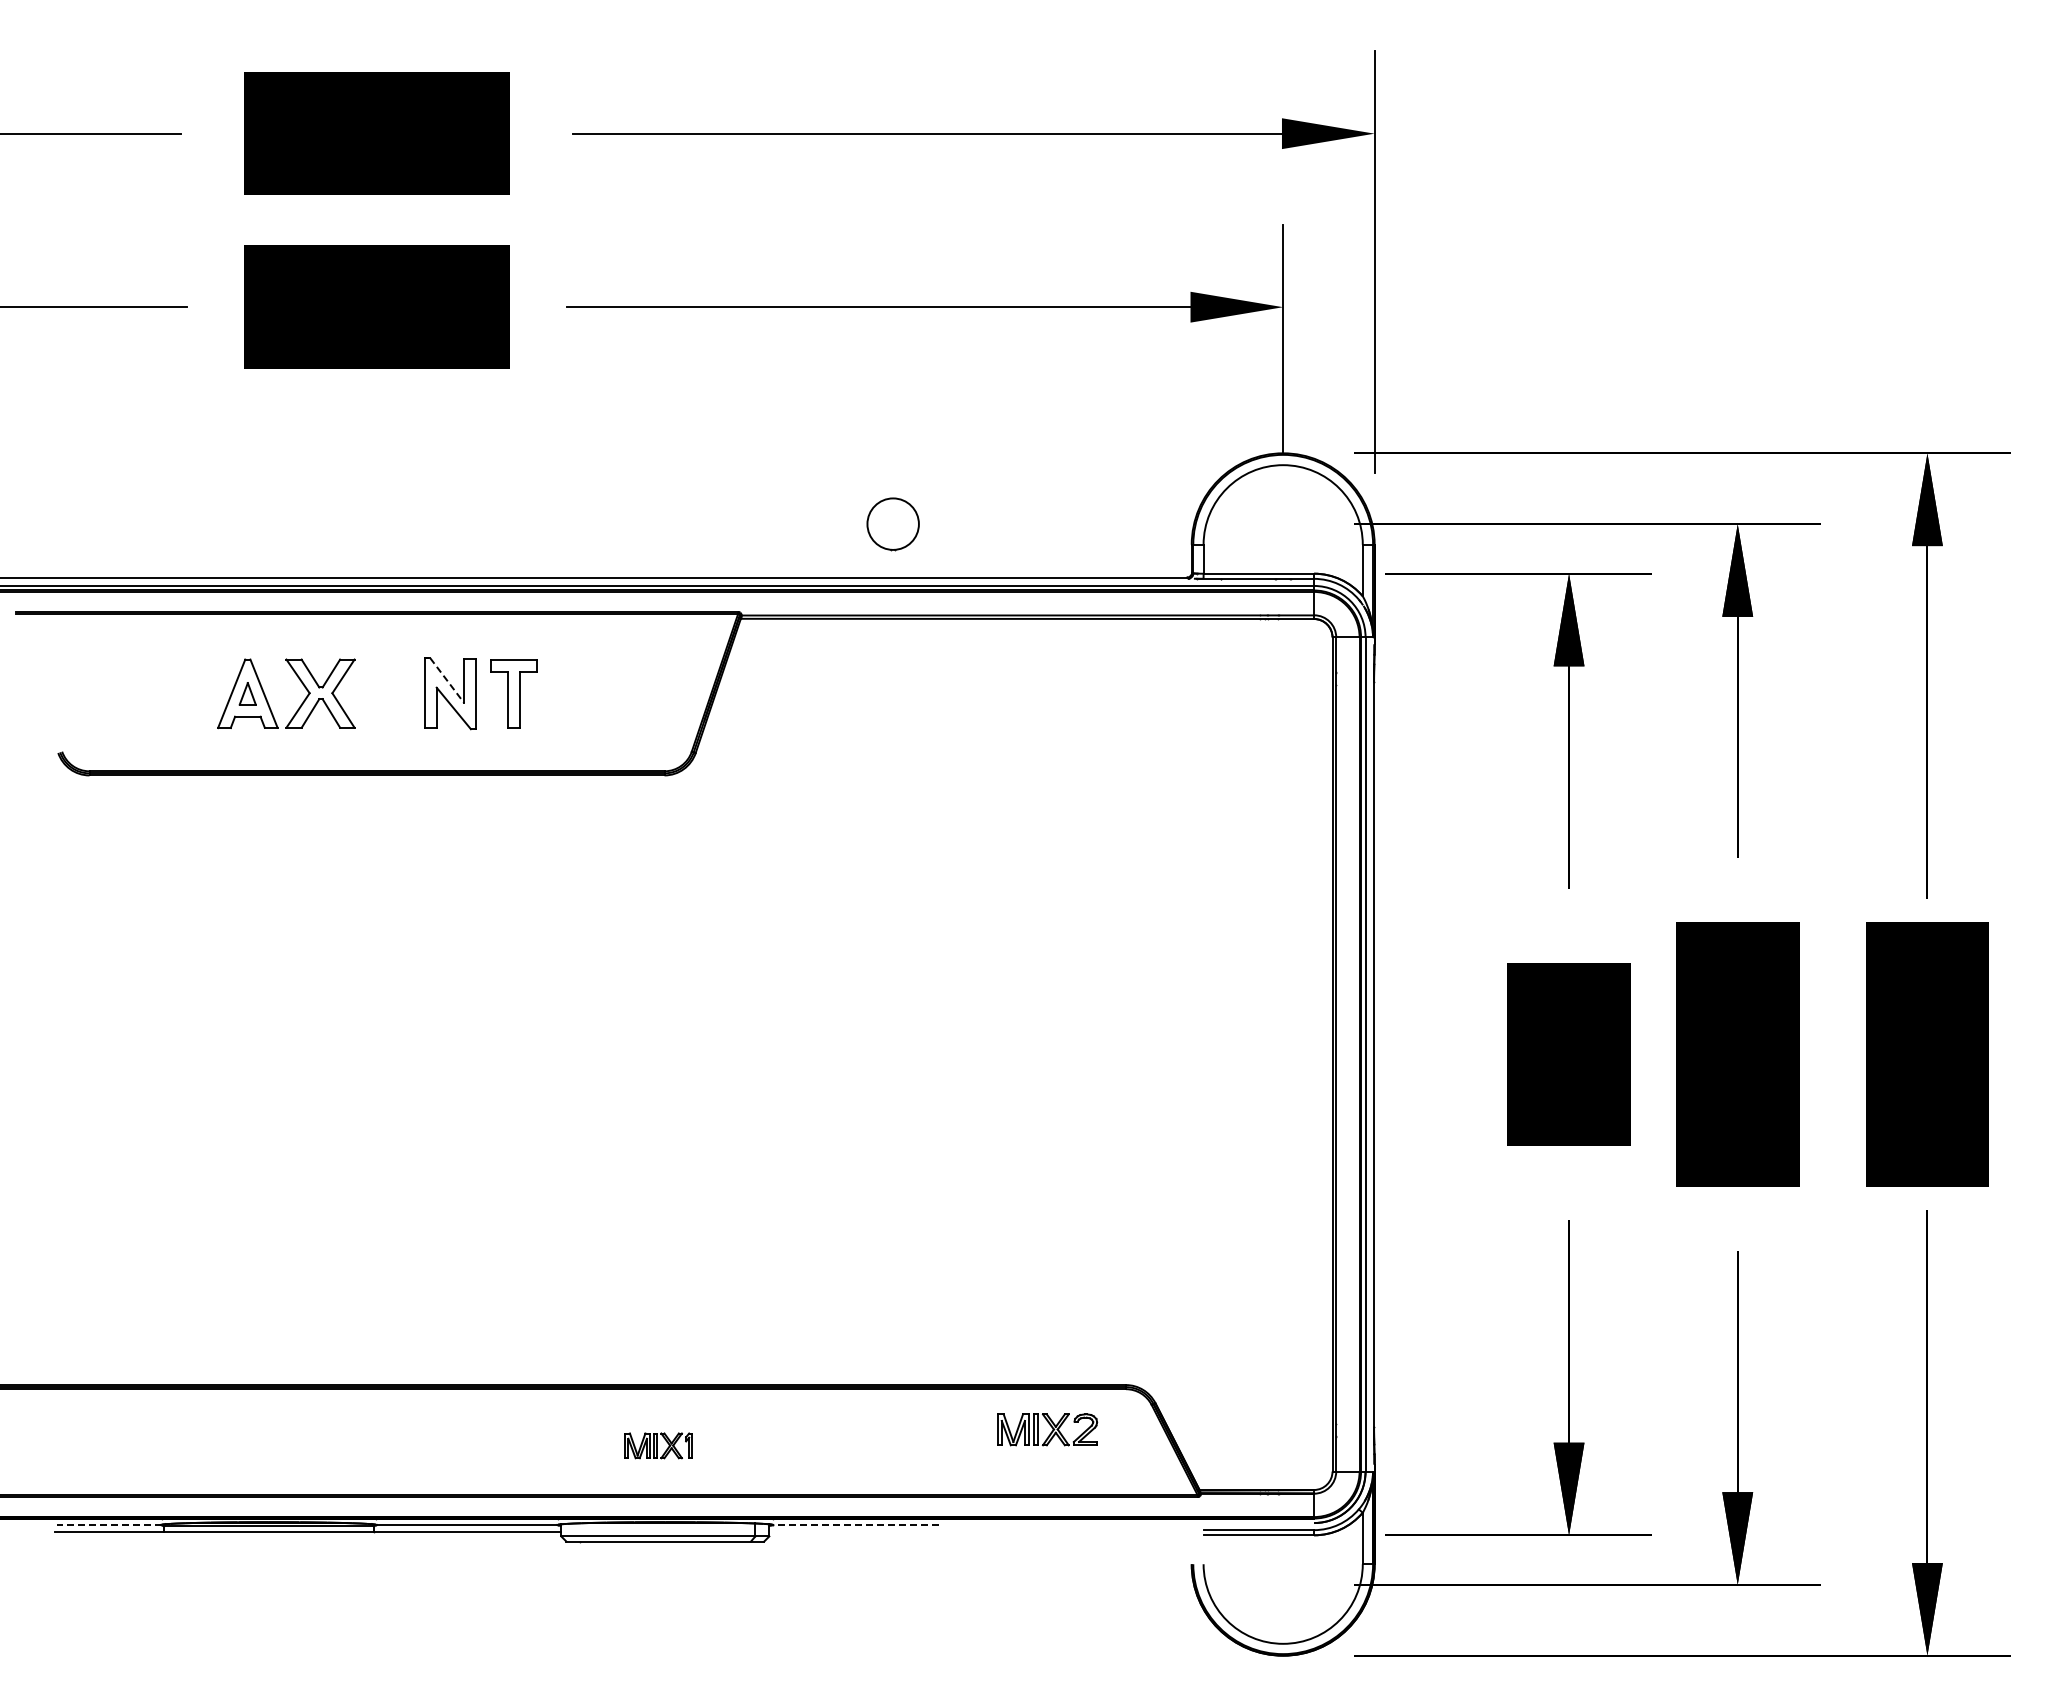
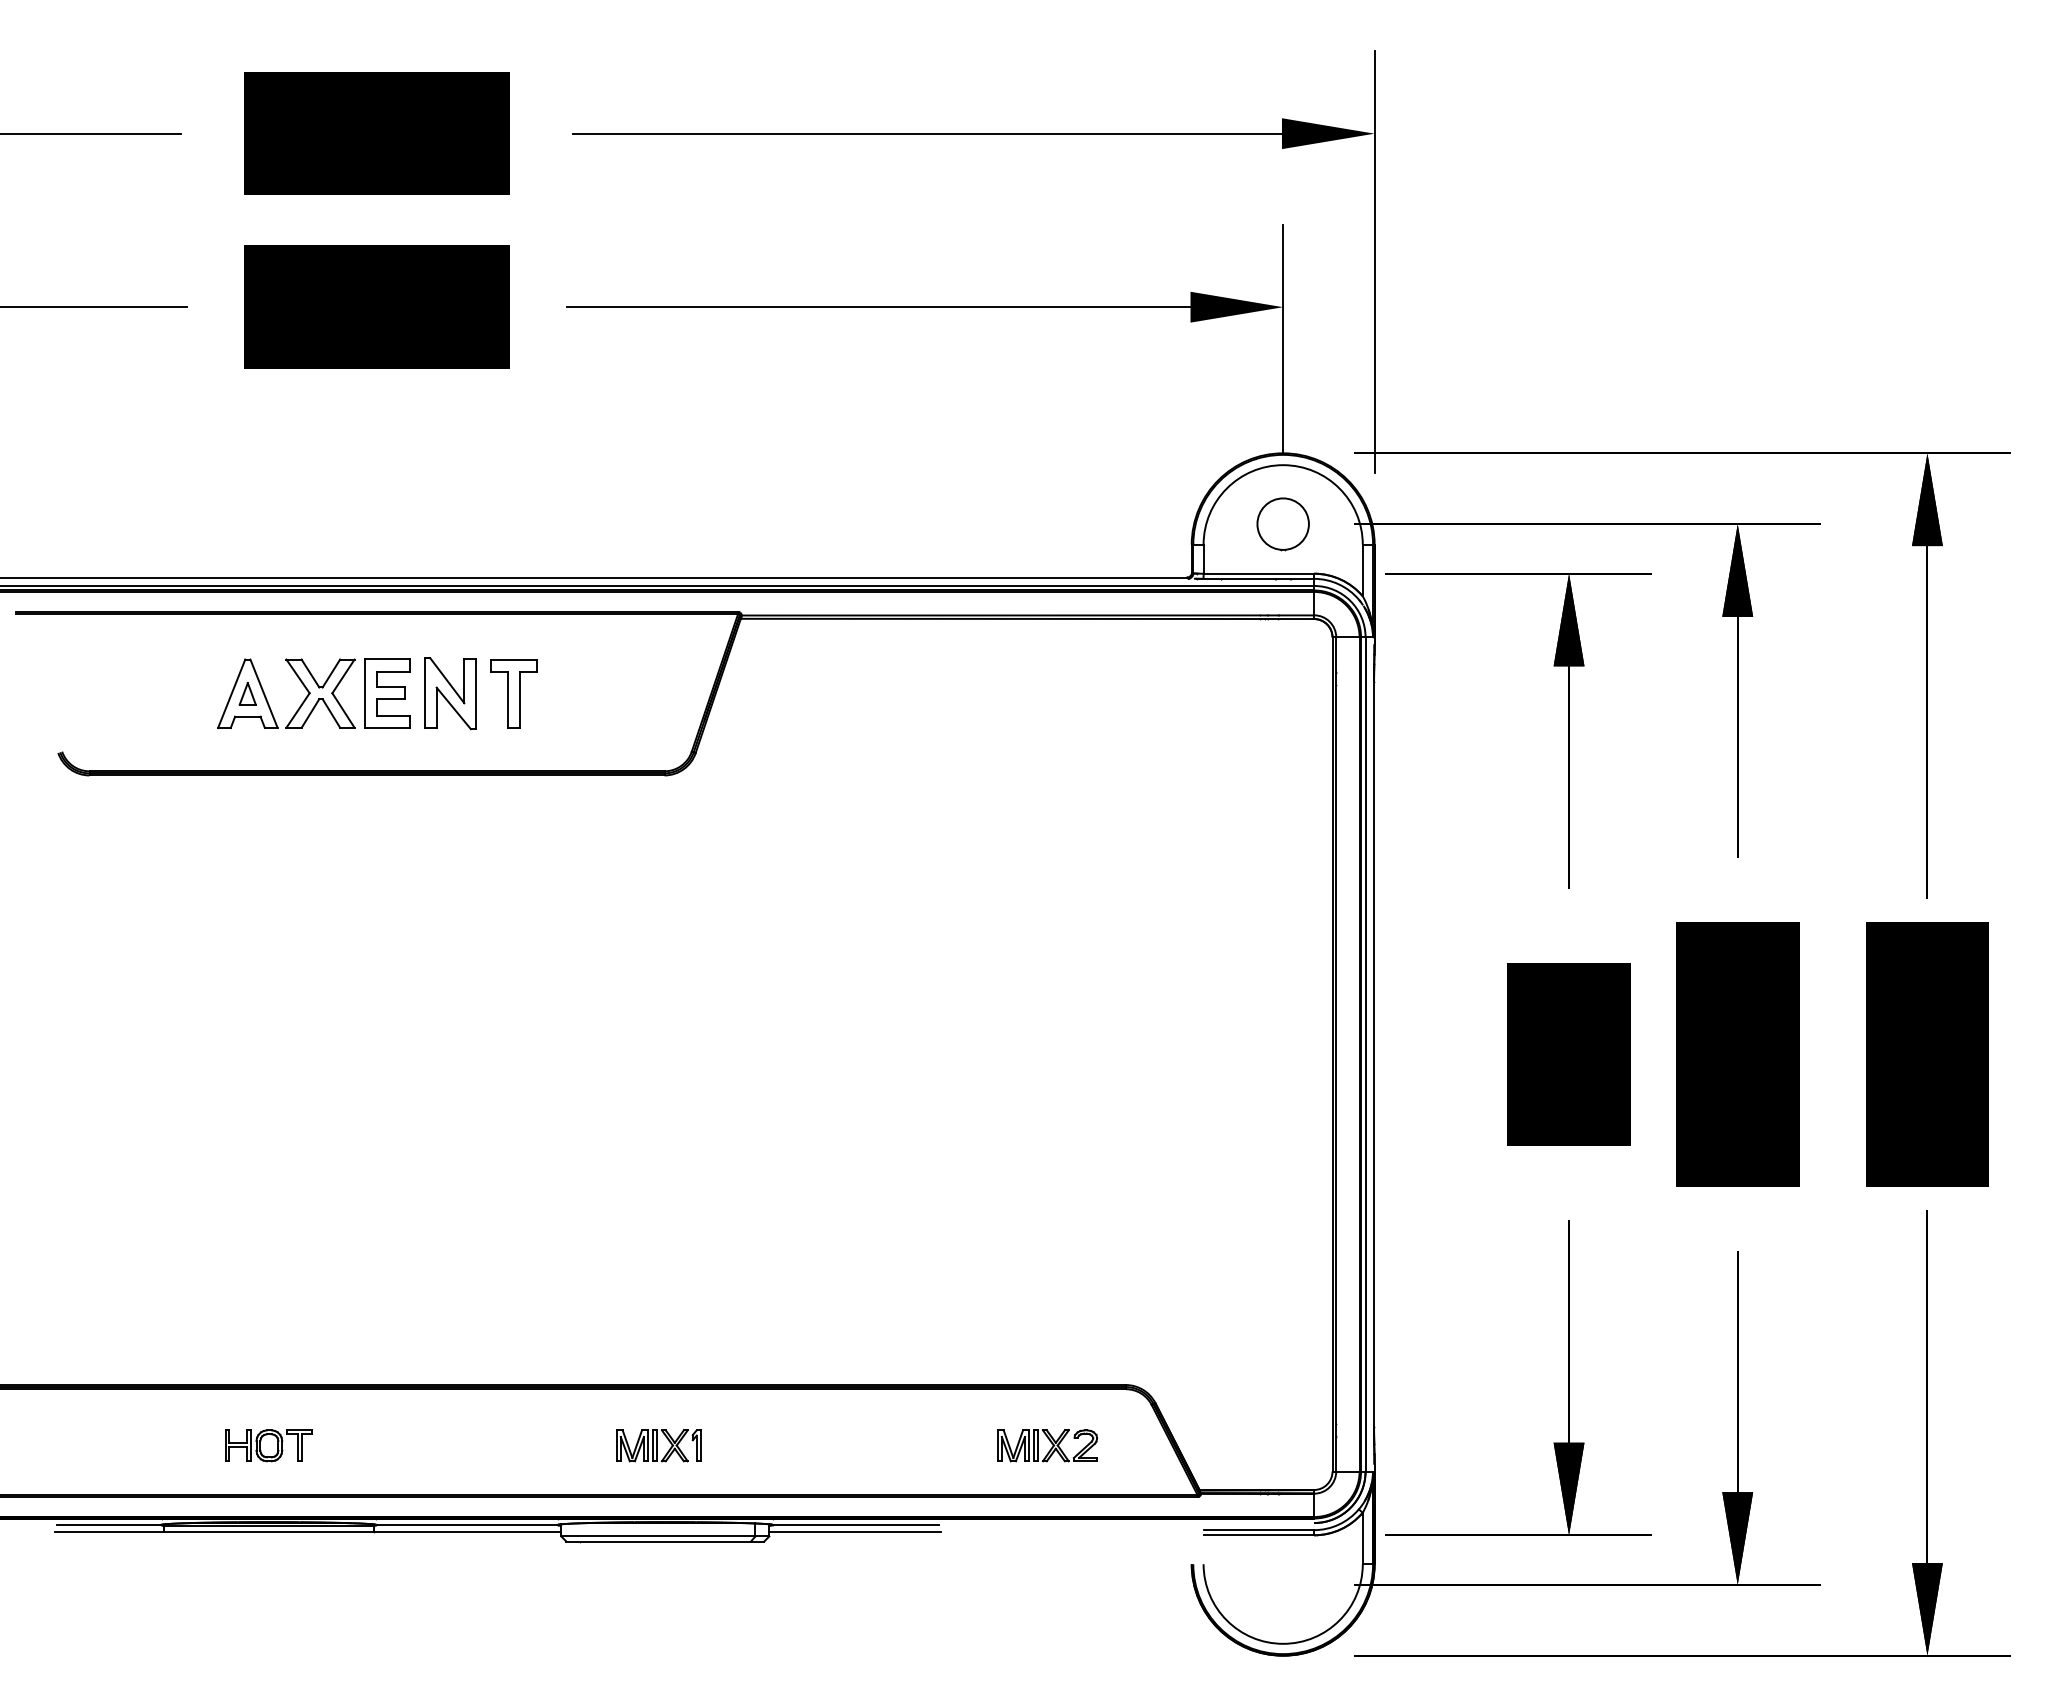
part at (892, 524) position: (892, 524) -> (1282, 524)
line at (447, 681): dashed -> solid
part at (387, 693): none -> present
part at (1047, 1429) position: (1047, 1429) -> (1047, 1445)
part at (268, 1445): none -> present
part at (658, 1445) size: 69x28 px -> 86x34 px
line at (108, 1524): dashed -> solid
line at (855, 1524): dashed -> solid
line at (855, 1531): none -> present
